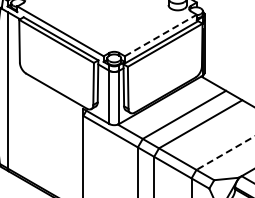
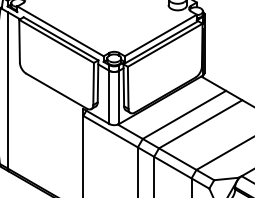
line at (160, 35): dashed -> solid
line at (225, 153): dashed -> solid
